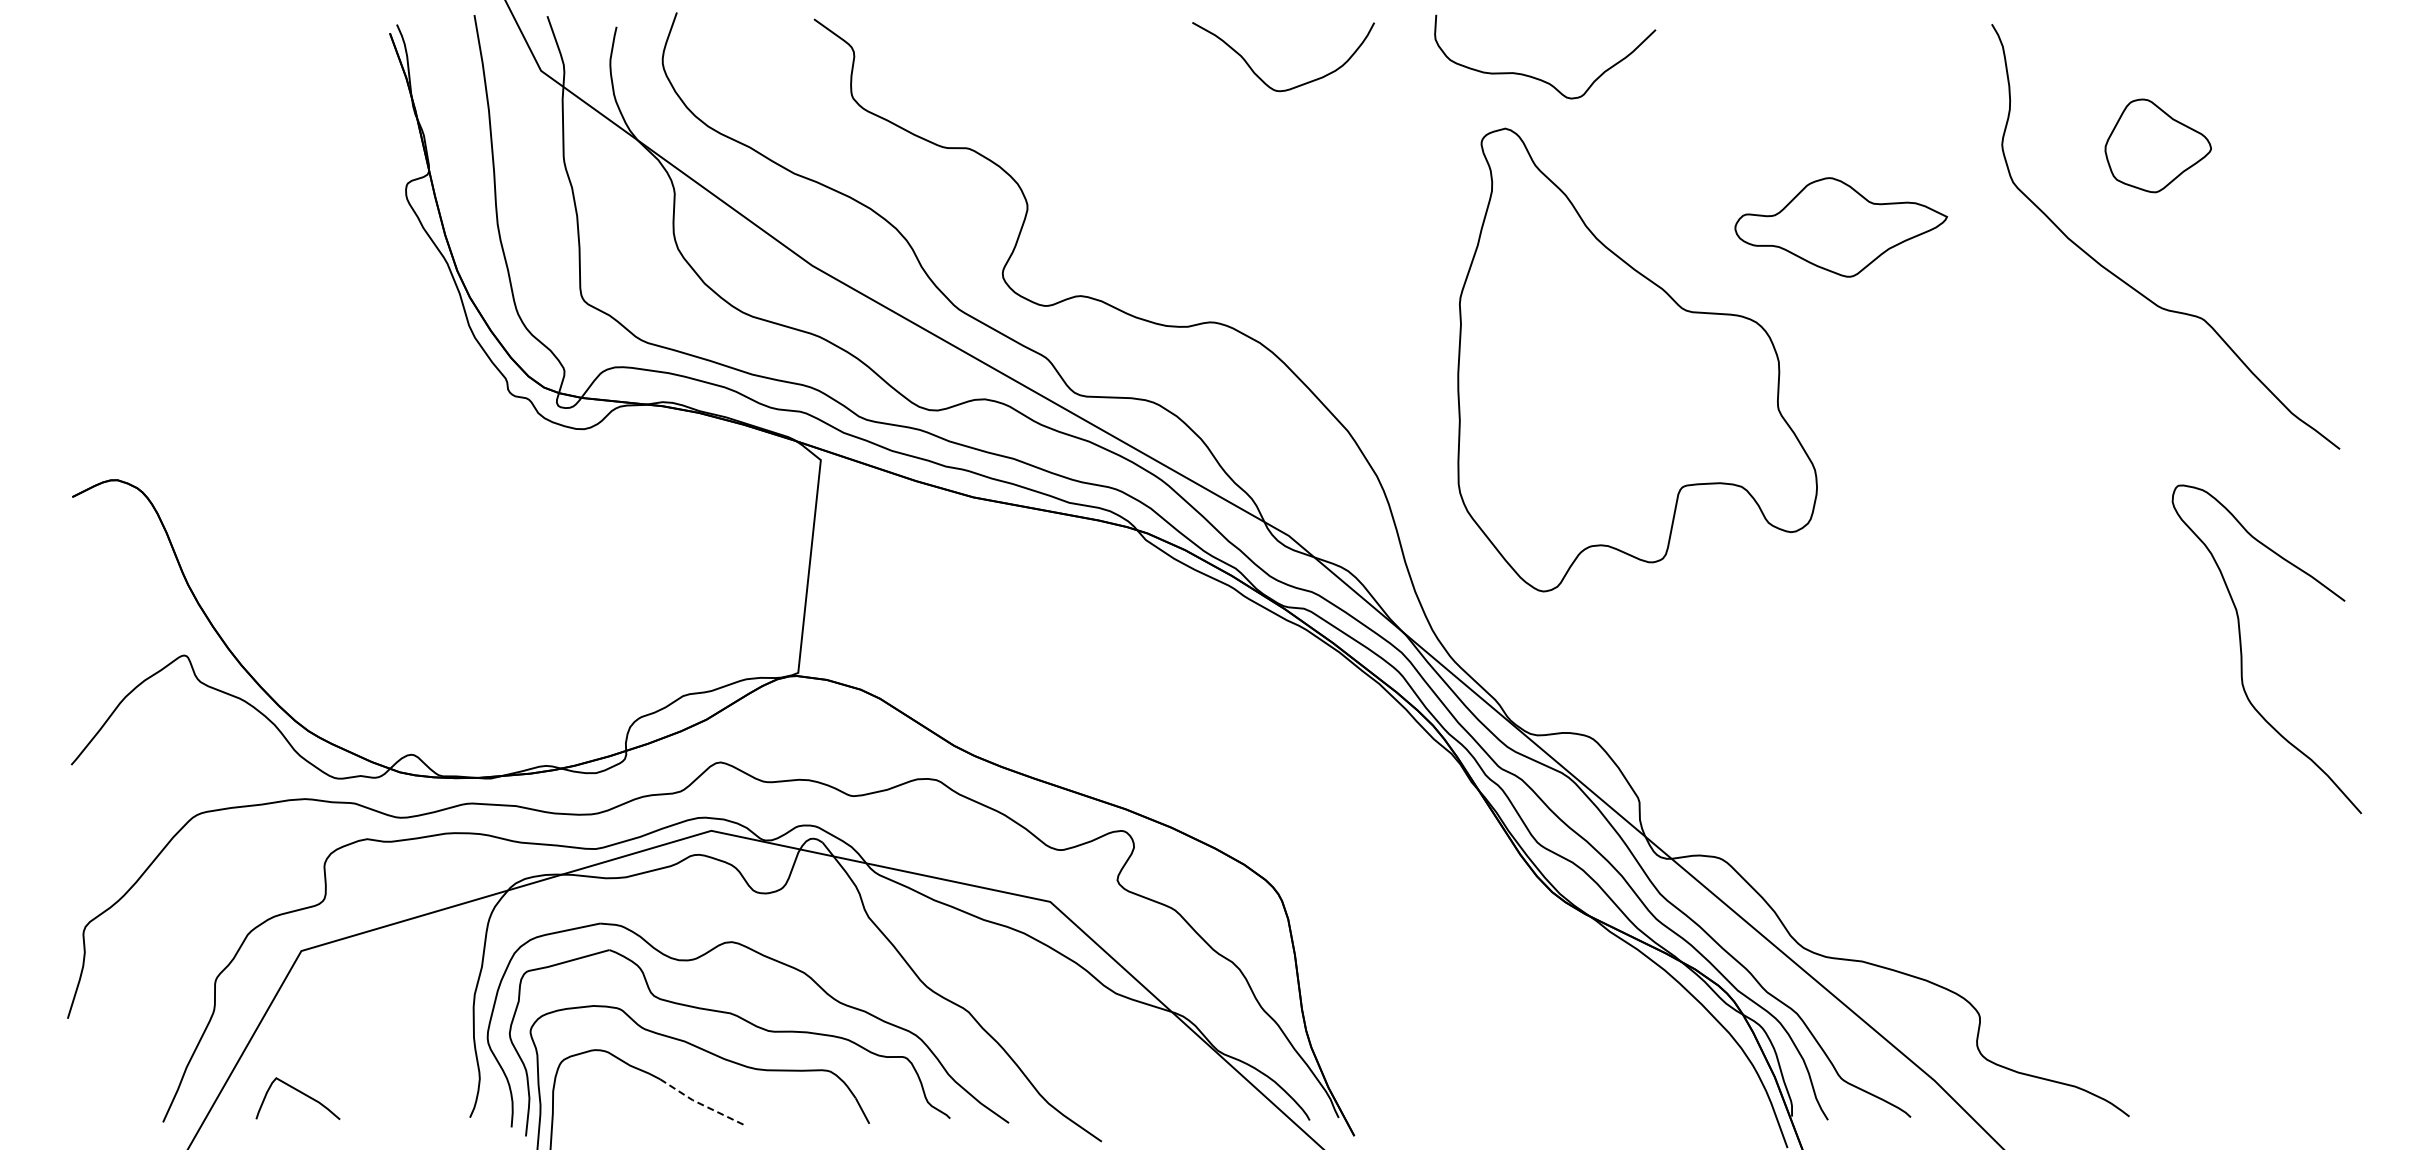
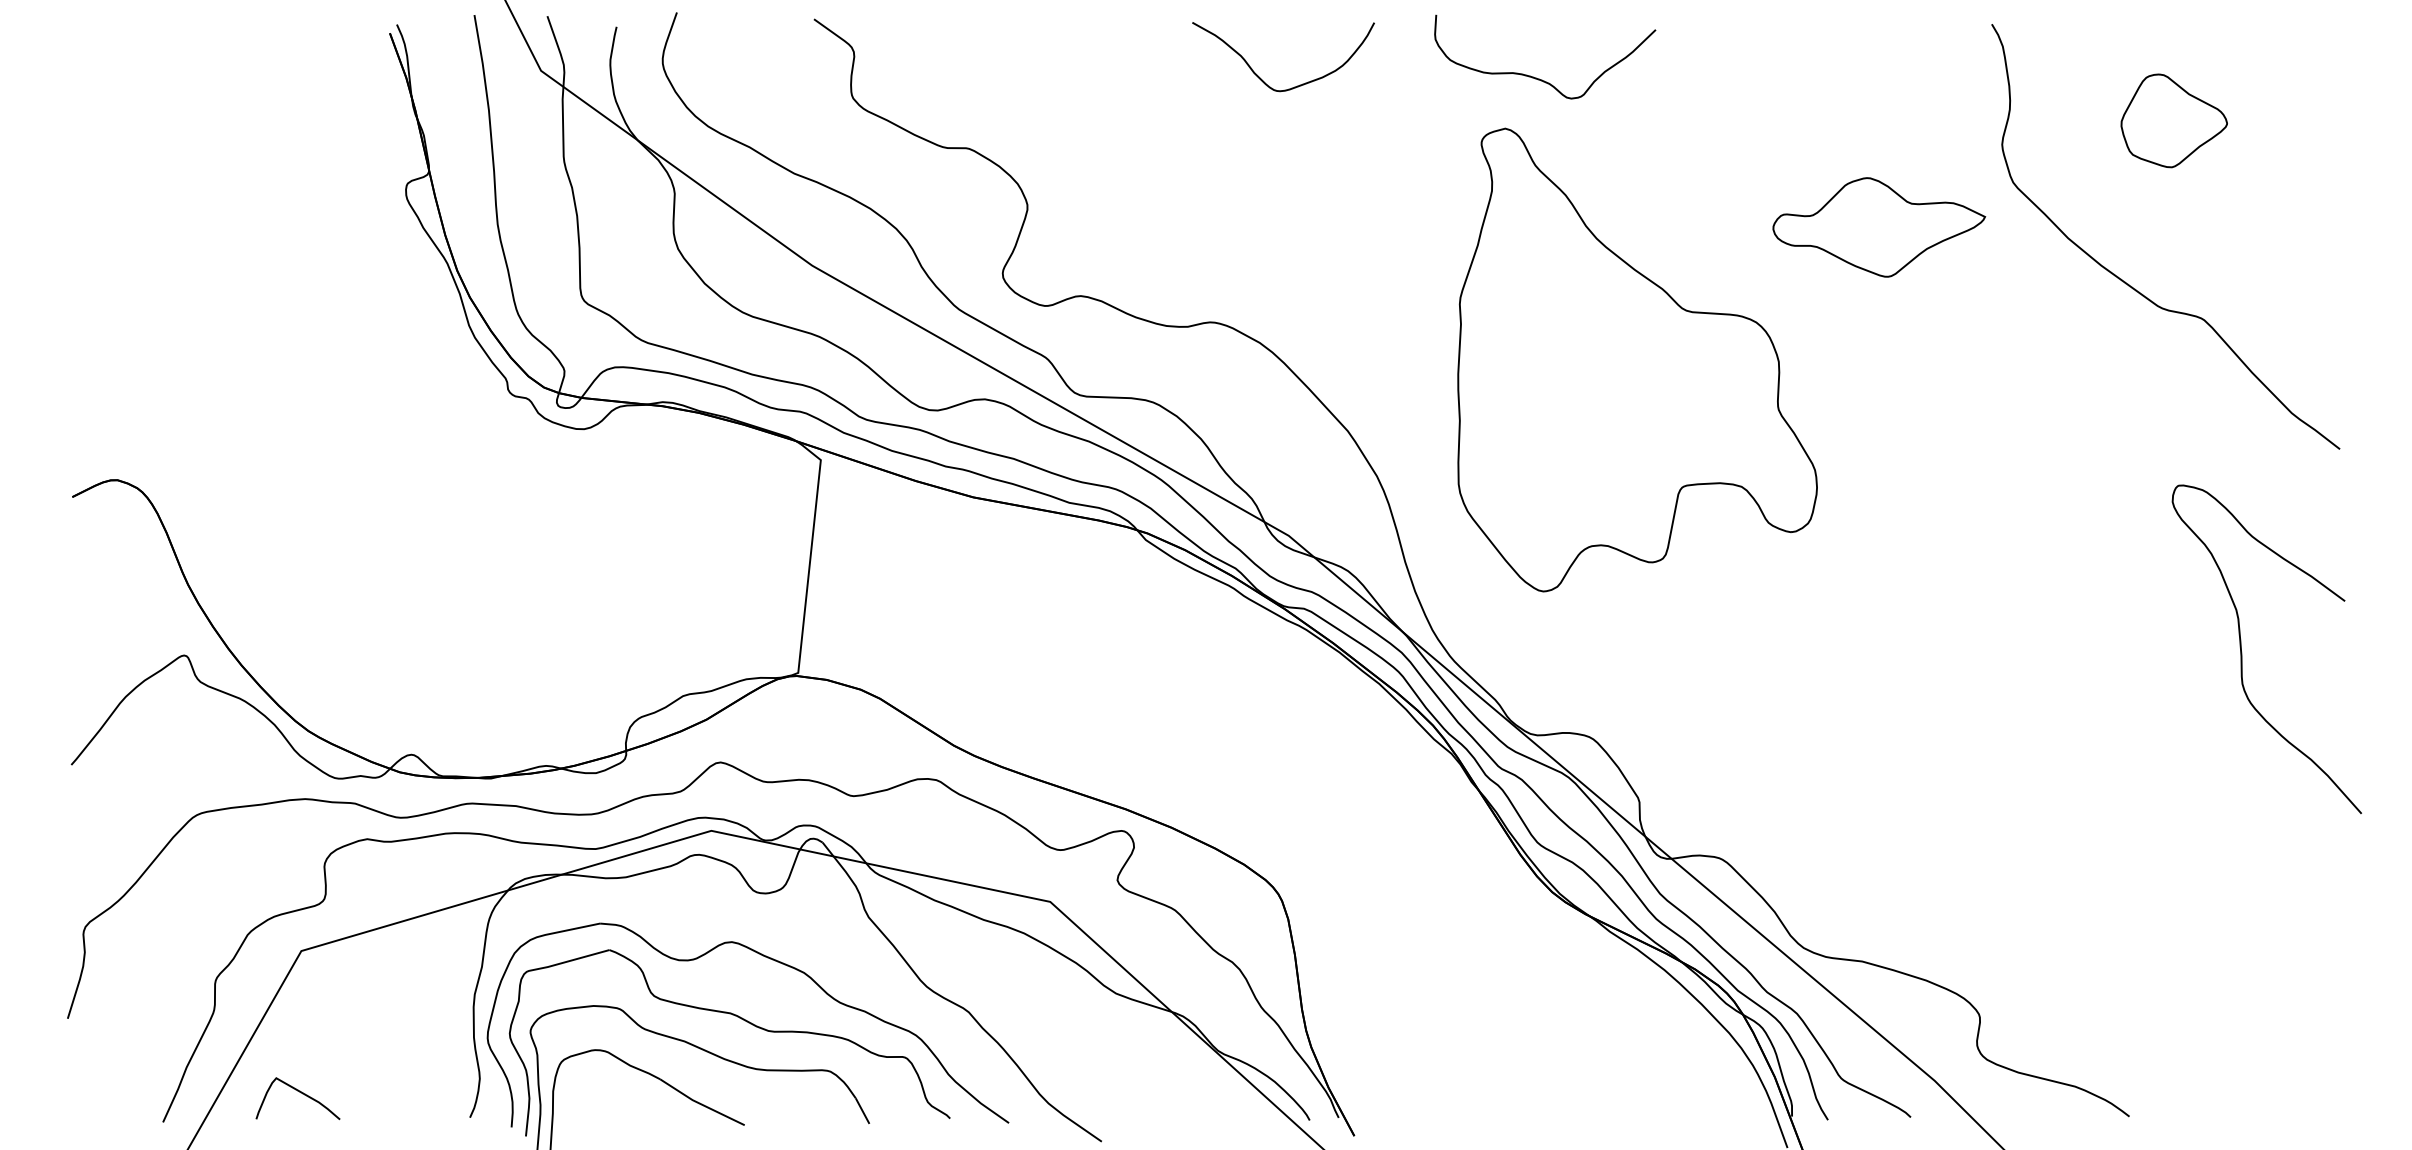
part at (2157, 145) position: (2157, 145) -> (2173, 120)
part at (1841, 227) position: (1841, 227) -> (1879, 227)
line at (700, 1104): dashed -> solid
